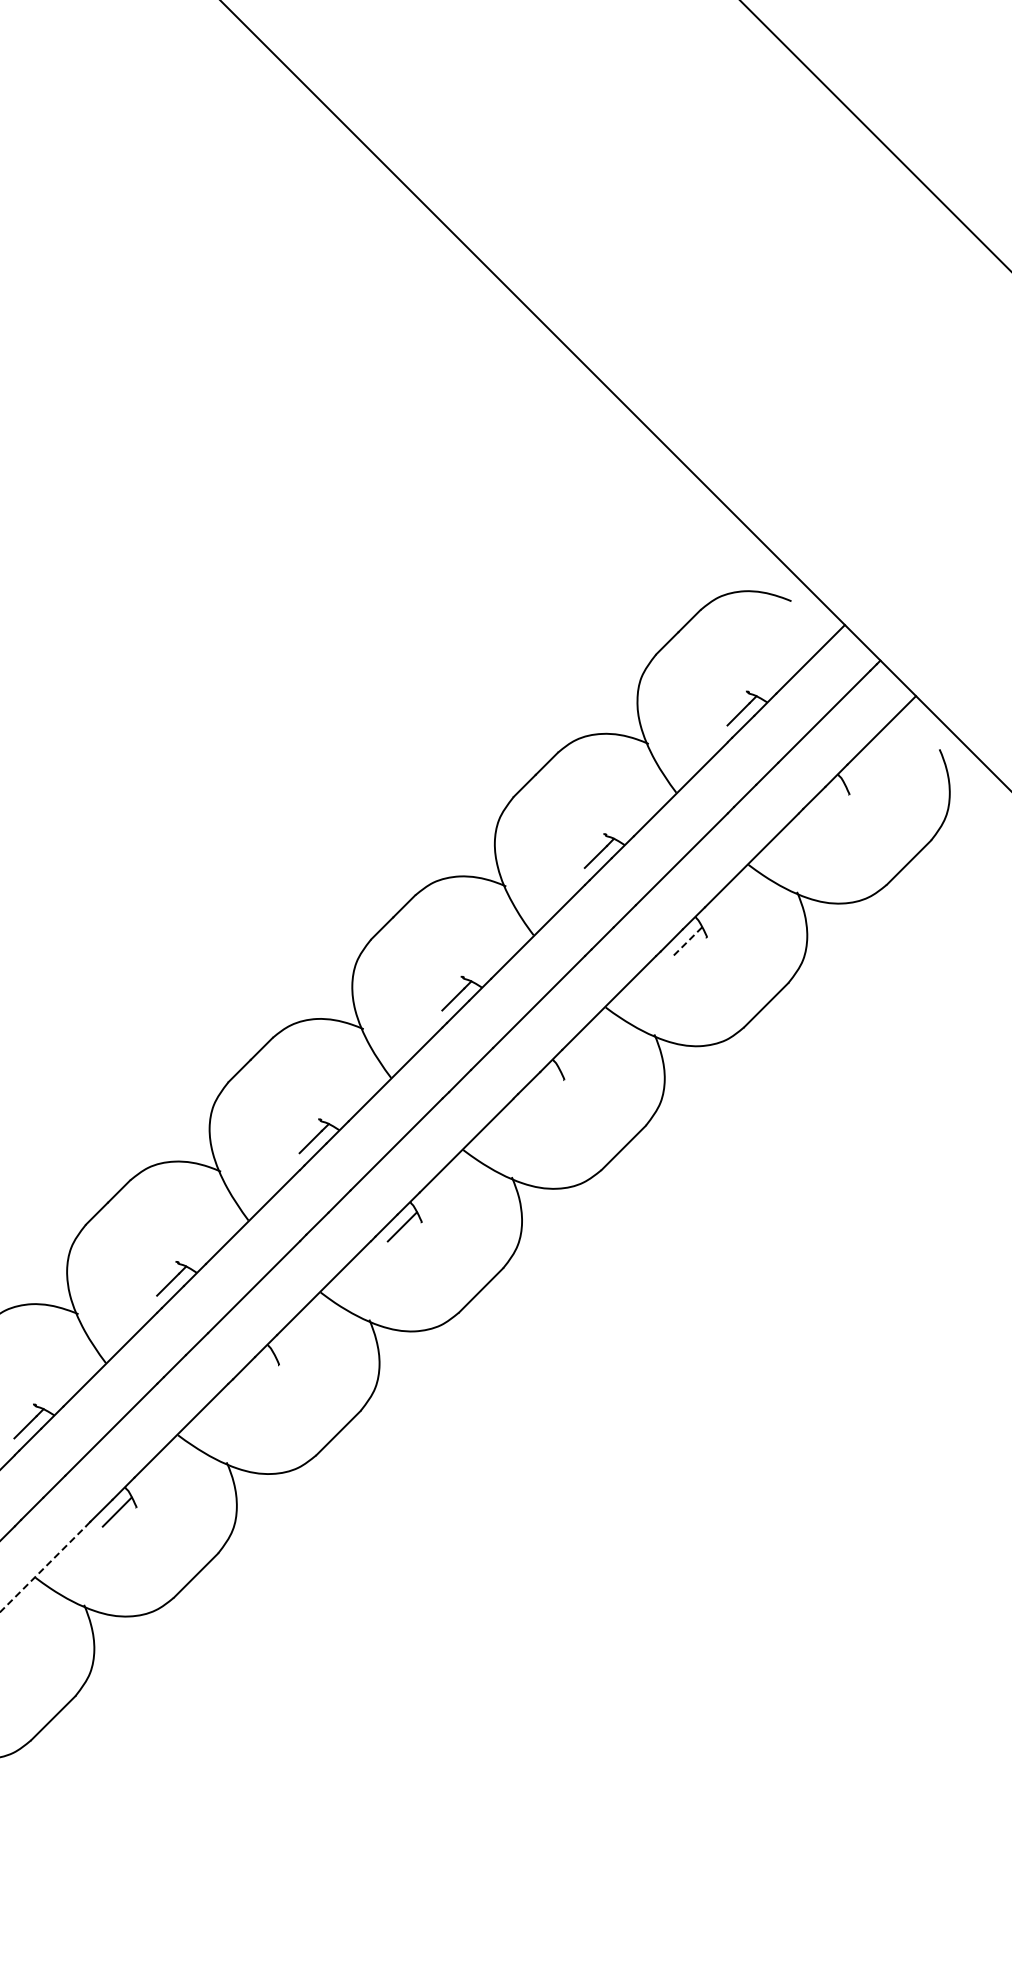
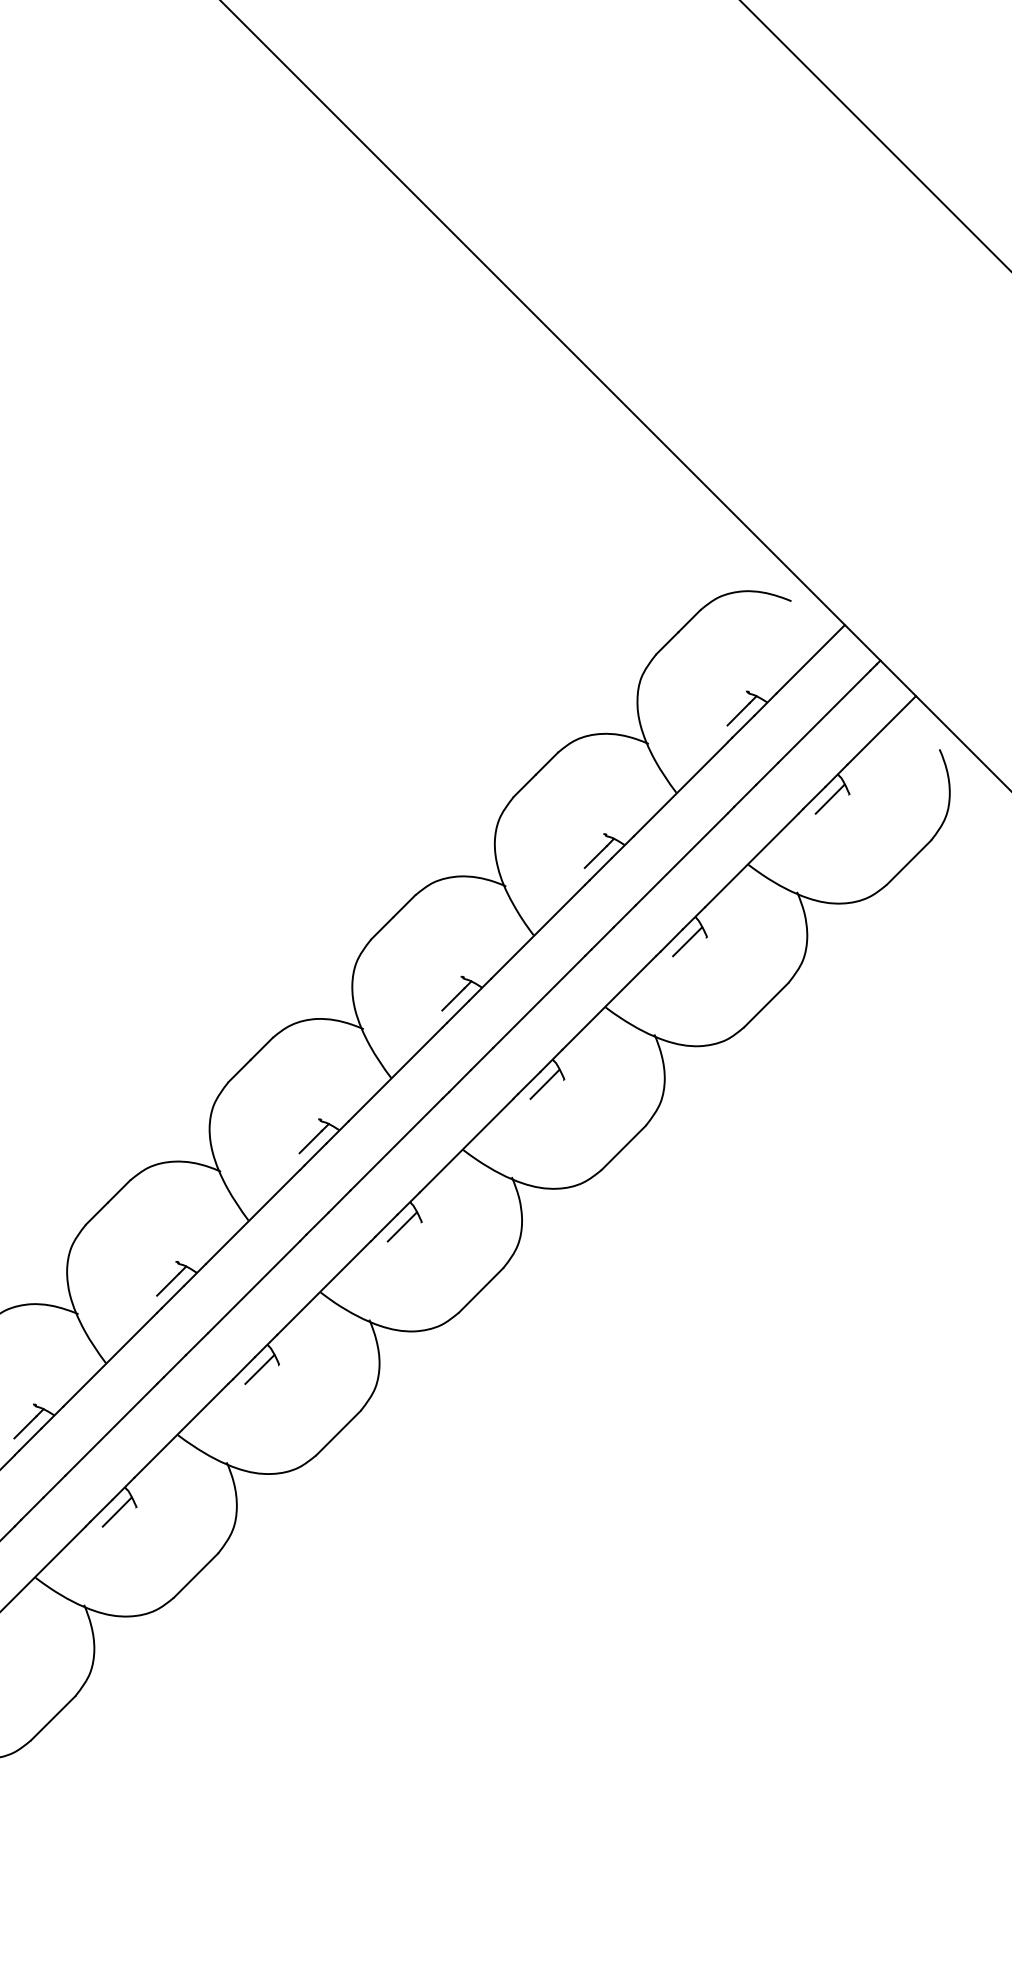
line at (829, 798): none -> present
line at (687, 941): dashed -> solid
line at (544, 1083): none -> present
line at (259, 1369): none -> present
line at (43, 1568): dashed -> solid
